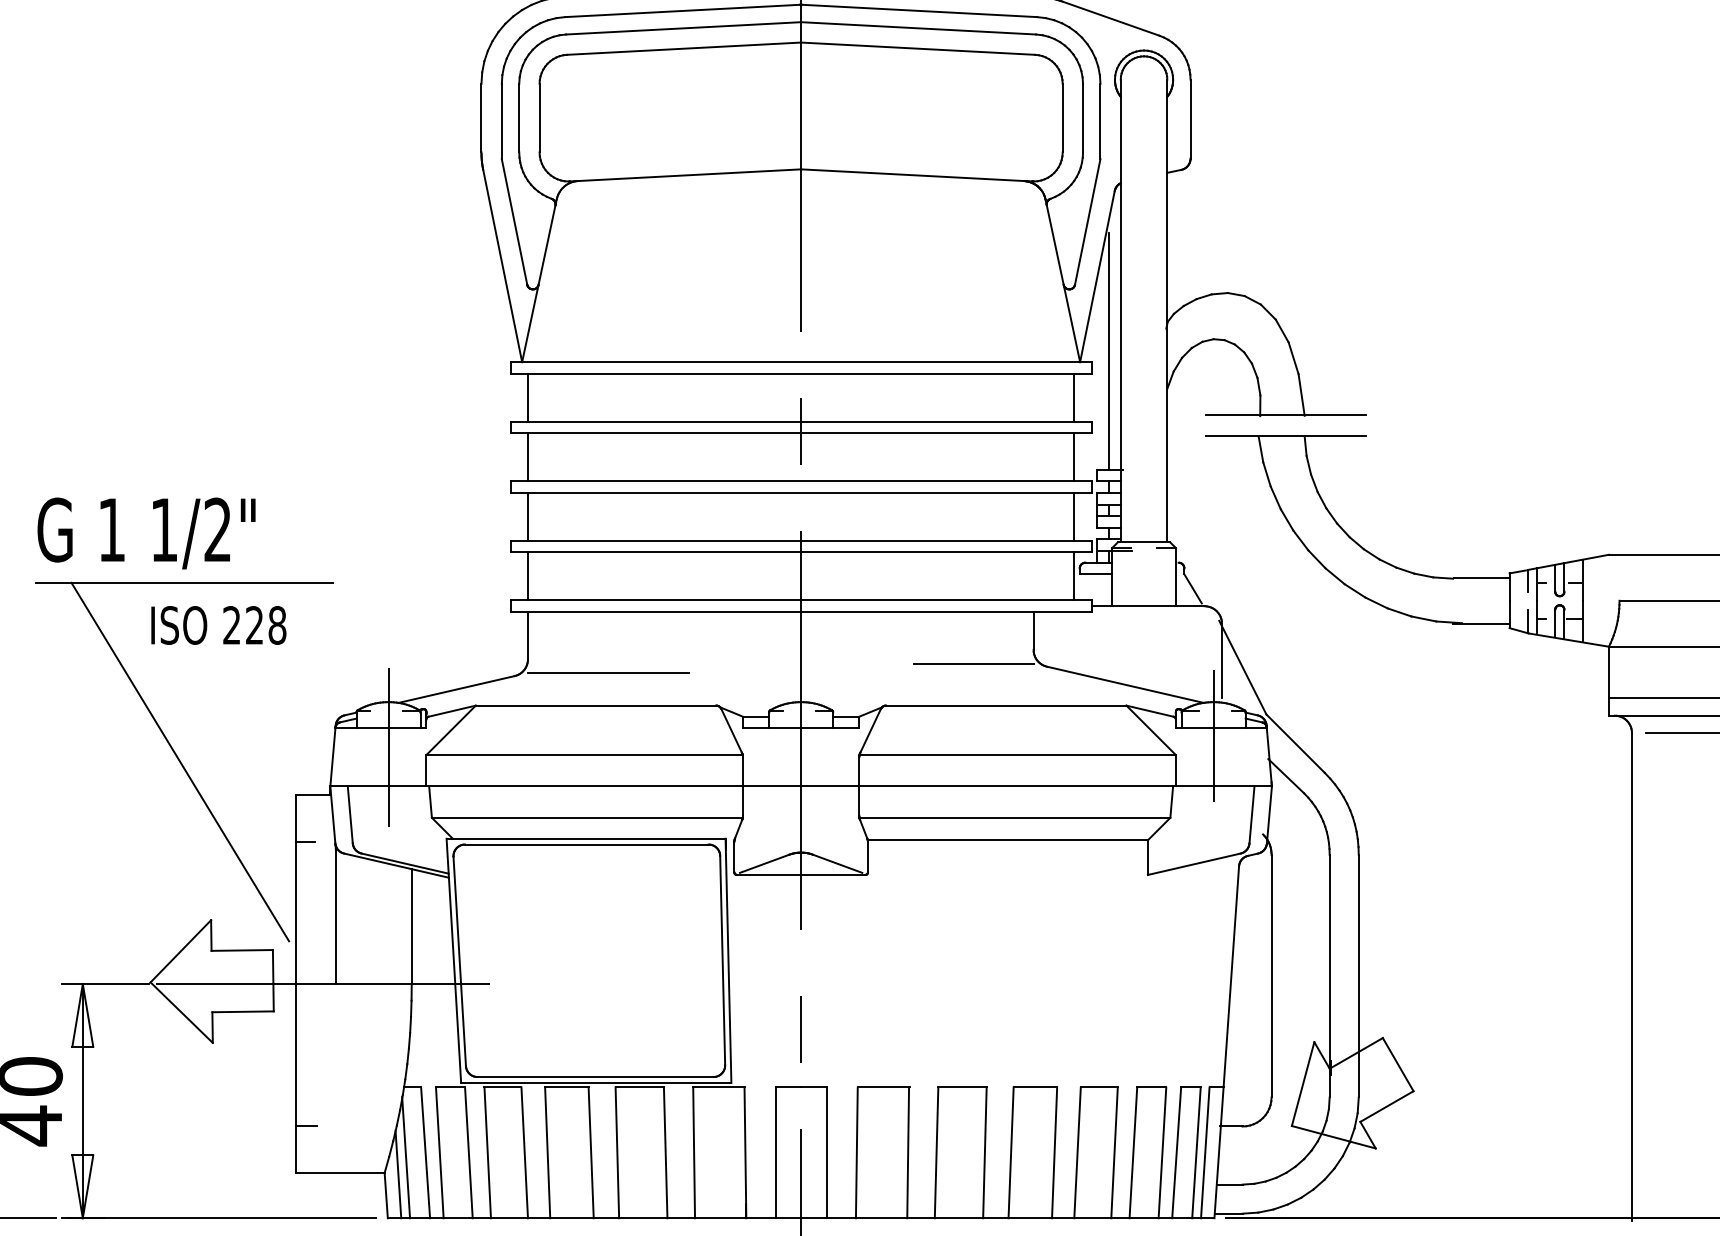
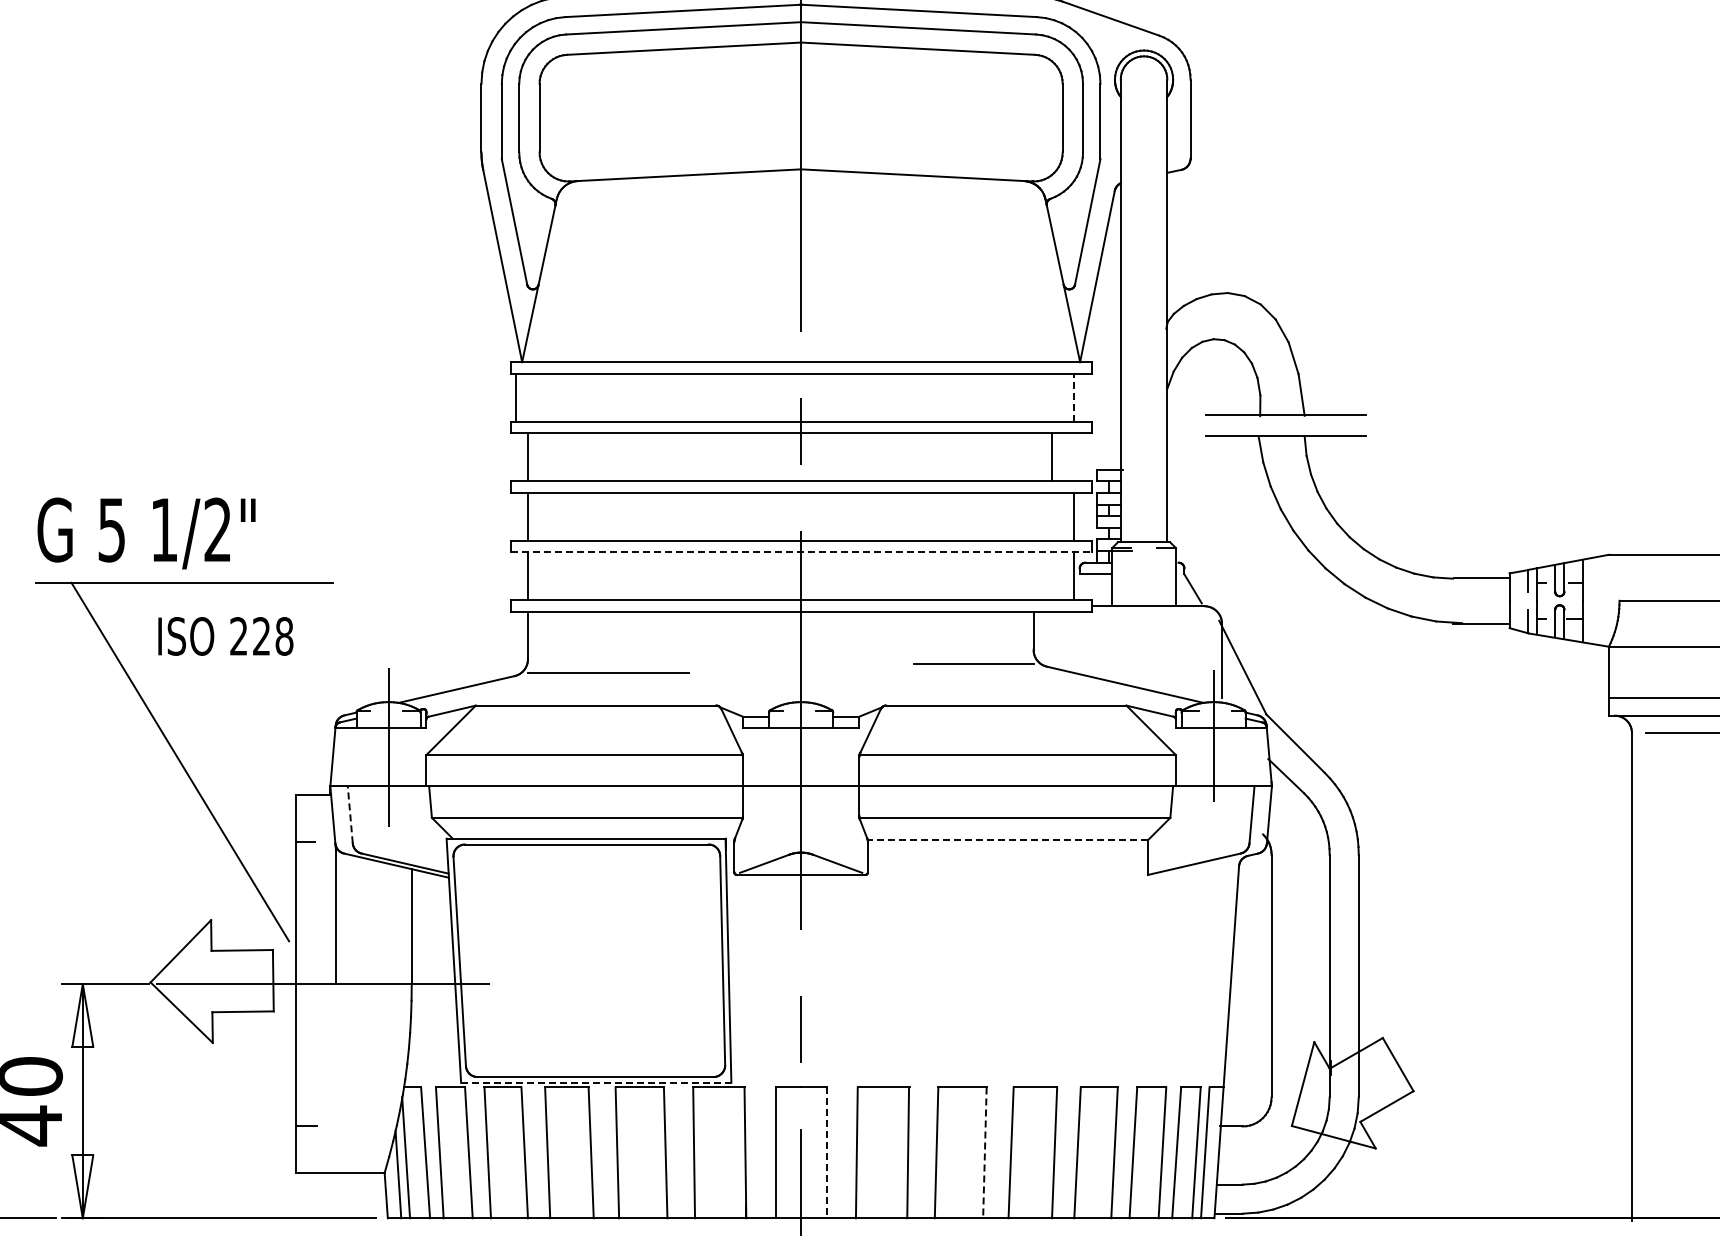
line at (1108, 350): present -> none
line at (527, 397) position: (527, 397) -> (515, 397)
line at (1074, 397): solid -> dashed
line at (1074, 457) position: (1074, 457) -> (1052, 457)
text at (111, 530): 1 -> 5
line at (801, 552): solid -> dashed
text at (218, 625) position: (218, 625) -> (225, 636)
line at (350, 814): solid -> dashed
line at (1007, 840): solid -> dashed
line at (596, 1082): solid -> dashed
line at (826, 1153): solid -> dashed
line at (984, 1153): solid -> dashed
